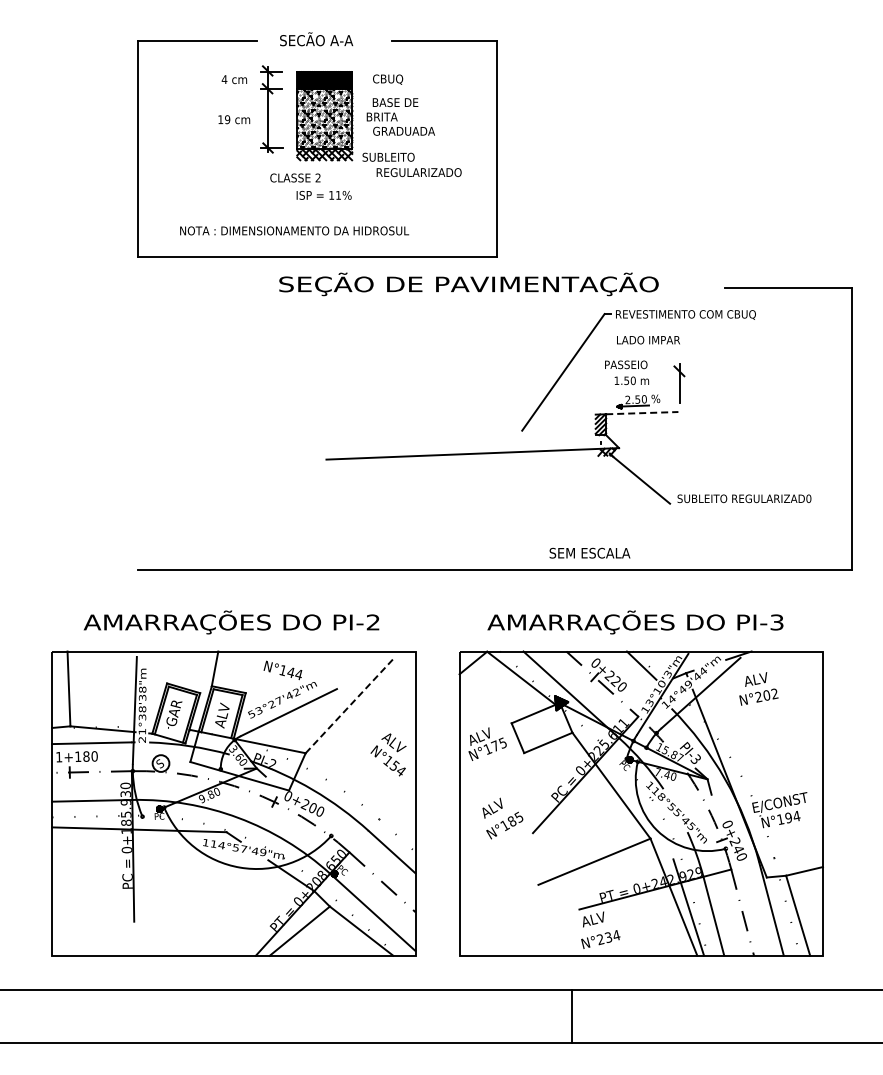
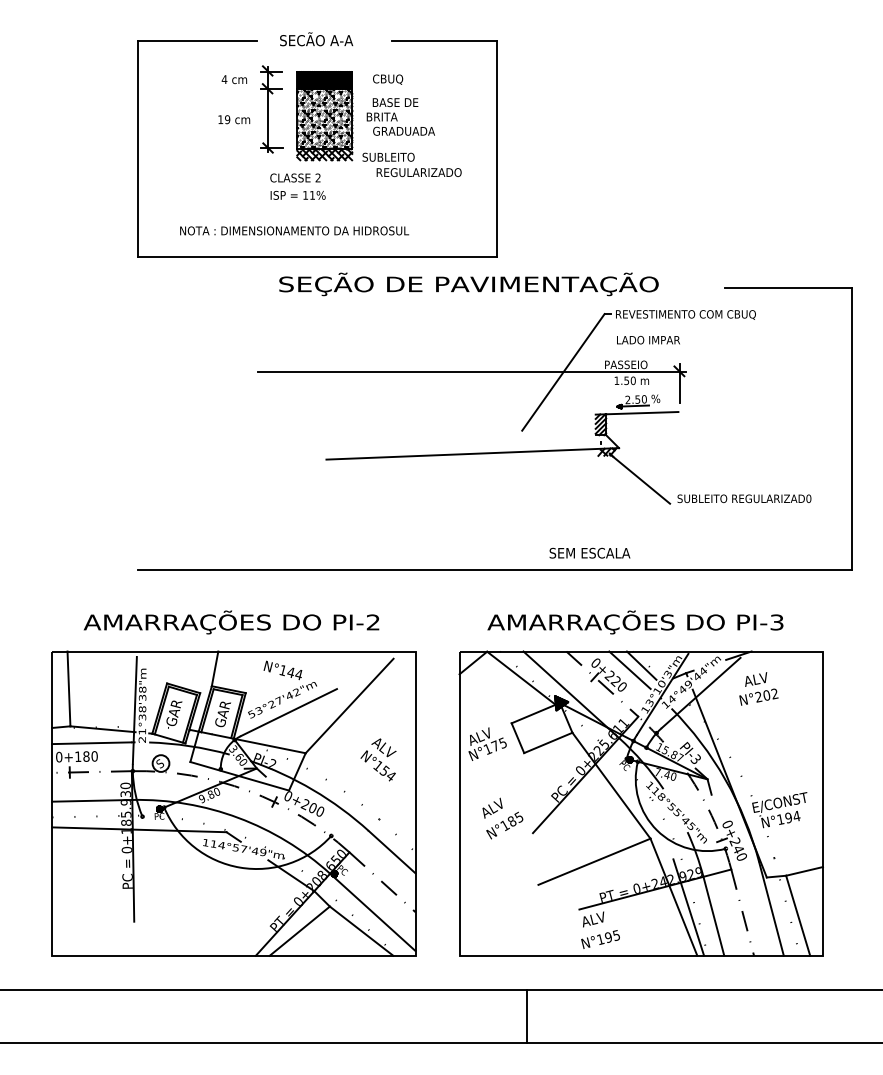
text at (323, 195) position: (323, 195) -> (297, 195)
line at (472, 371): none -> present
line at (642, 413): dashed -> solid
line at (629, 669): none -> present
line at (349, 706): dashed -> solid
text at (223, 714): ALV -> GAR
text at (388, 754) position: (388, 754) -> (378, 759)
text at (59, 756): 1+180 -> 0+180
text at (608, 937): N°234 -> N°195
line at (571, 1016) position: (571, 1016) -> (526, 1016)
